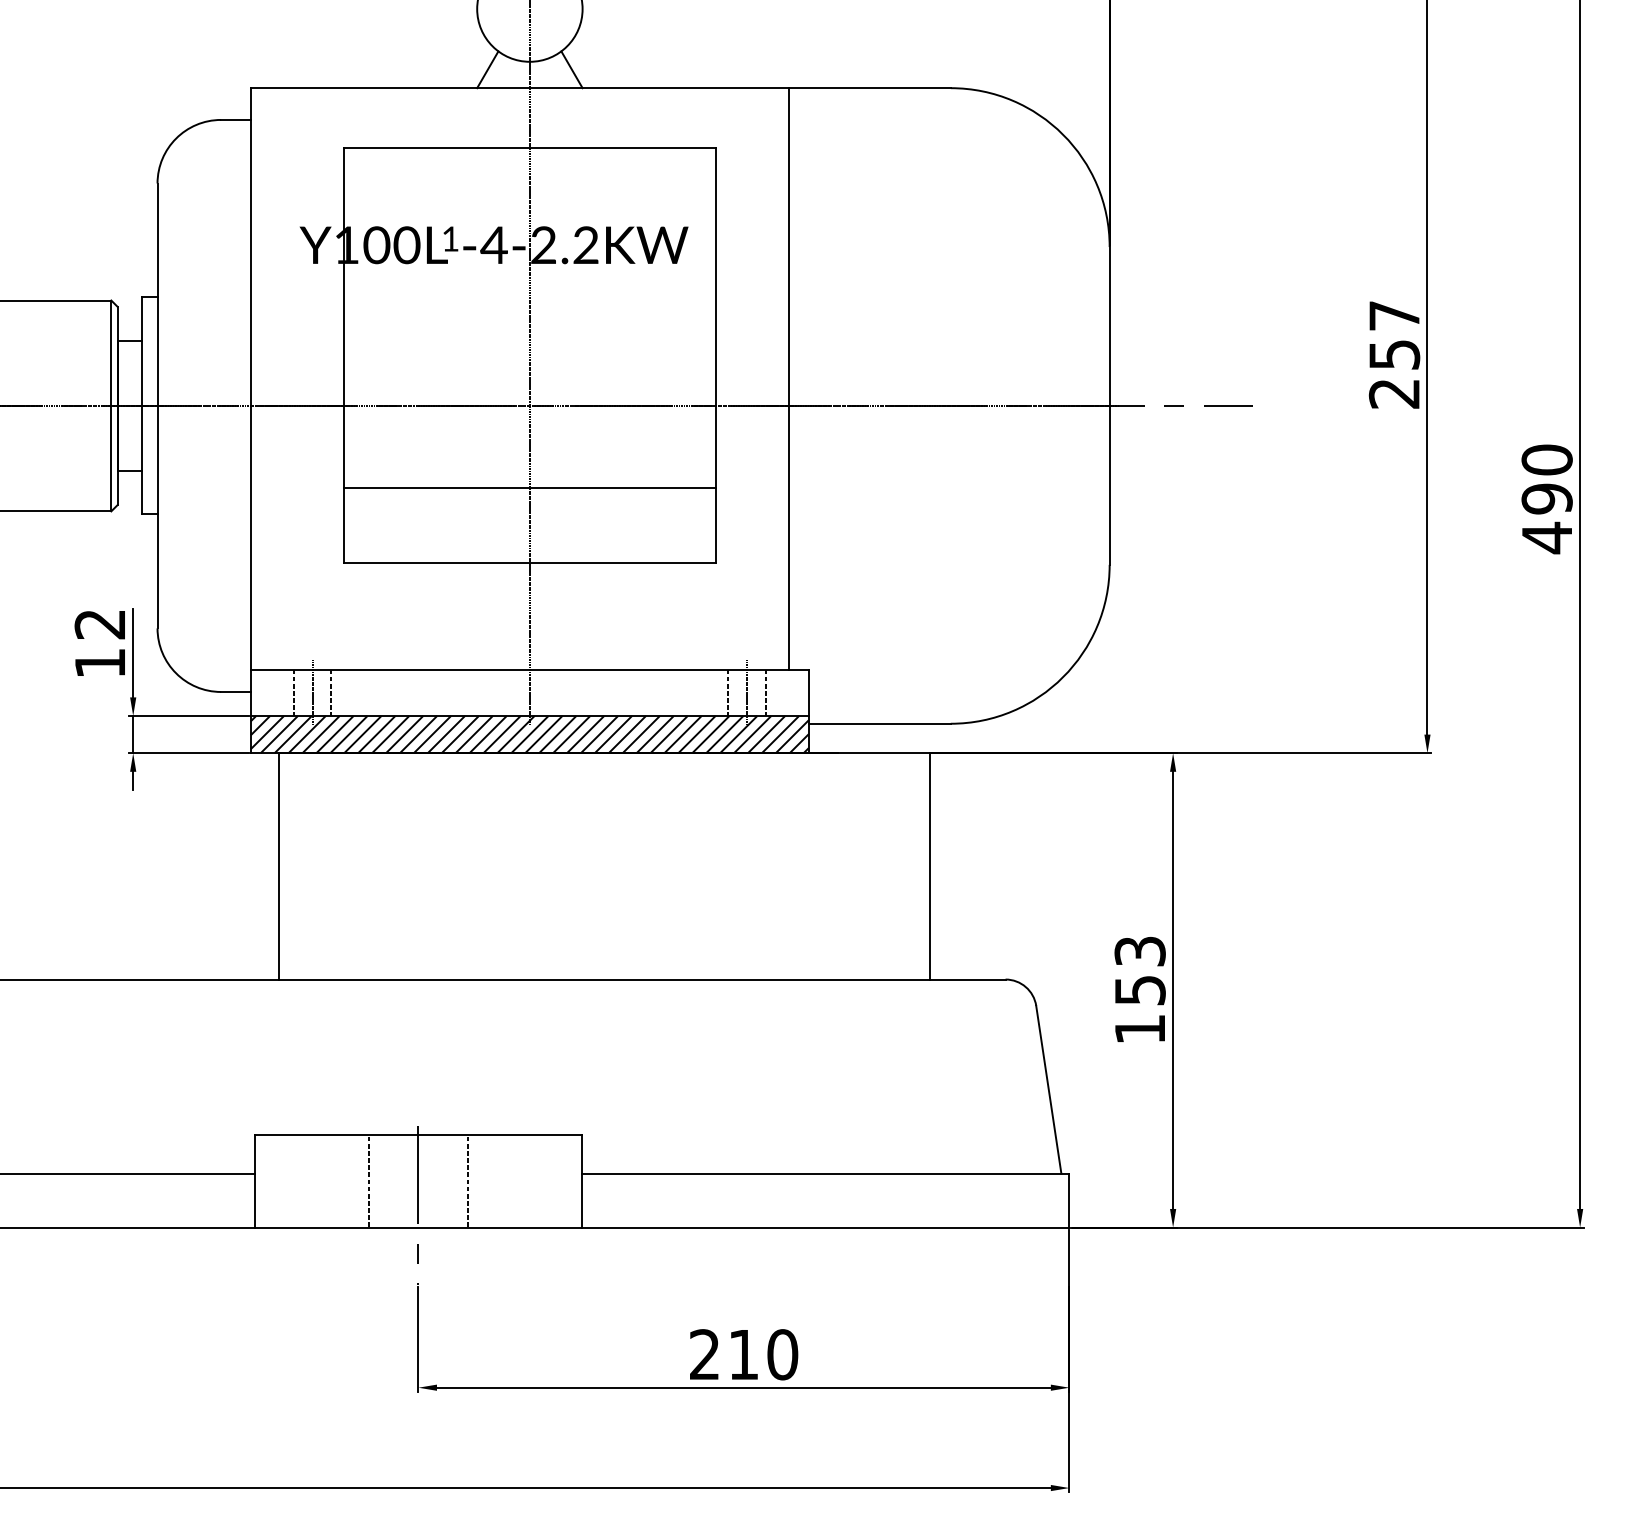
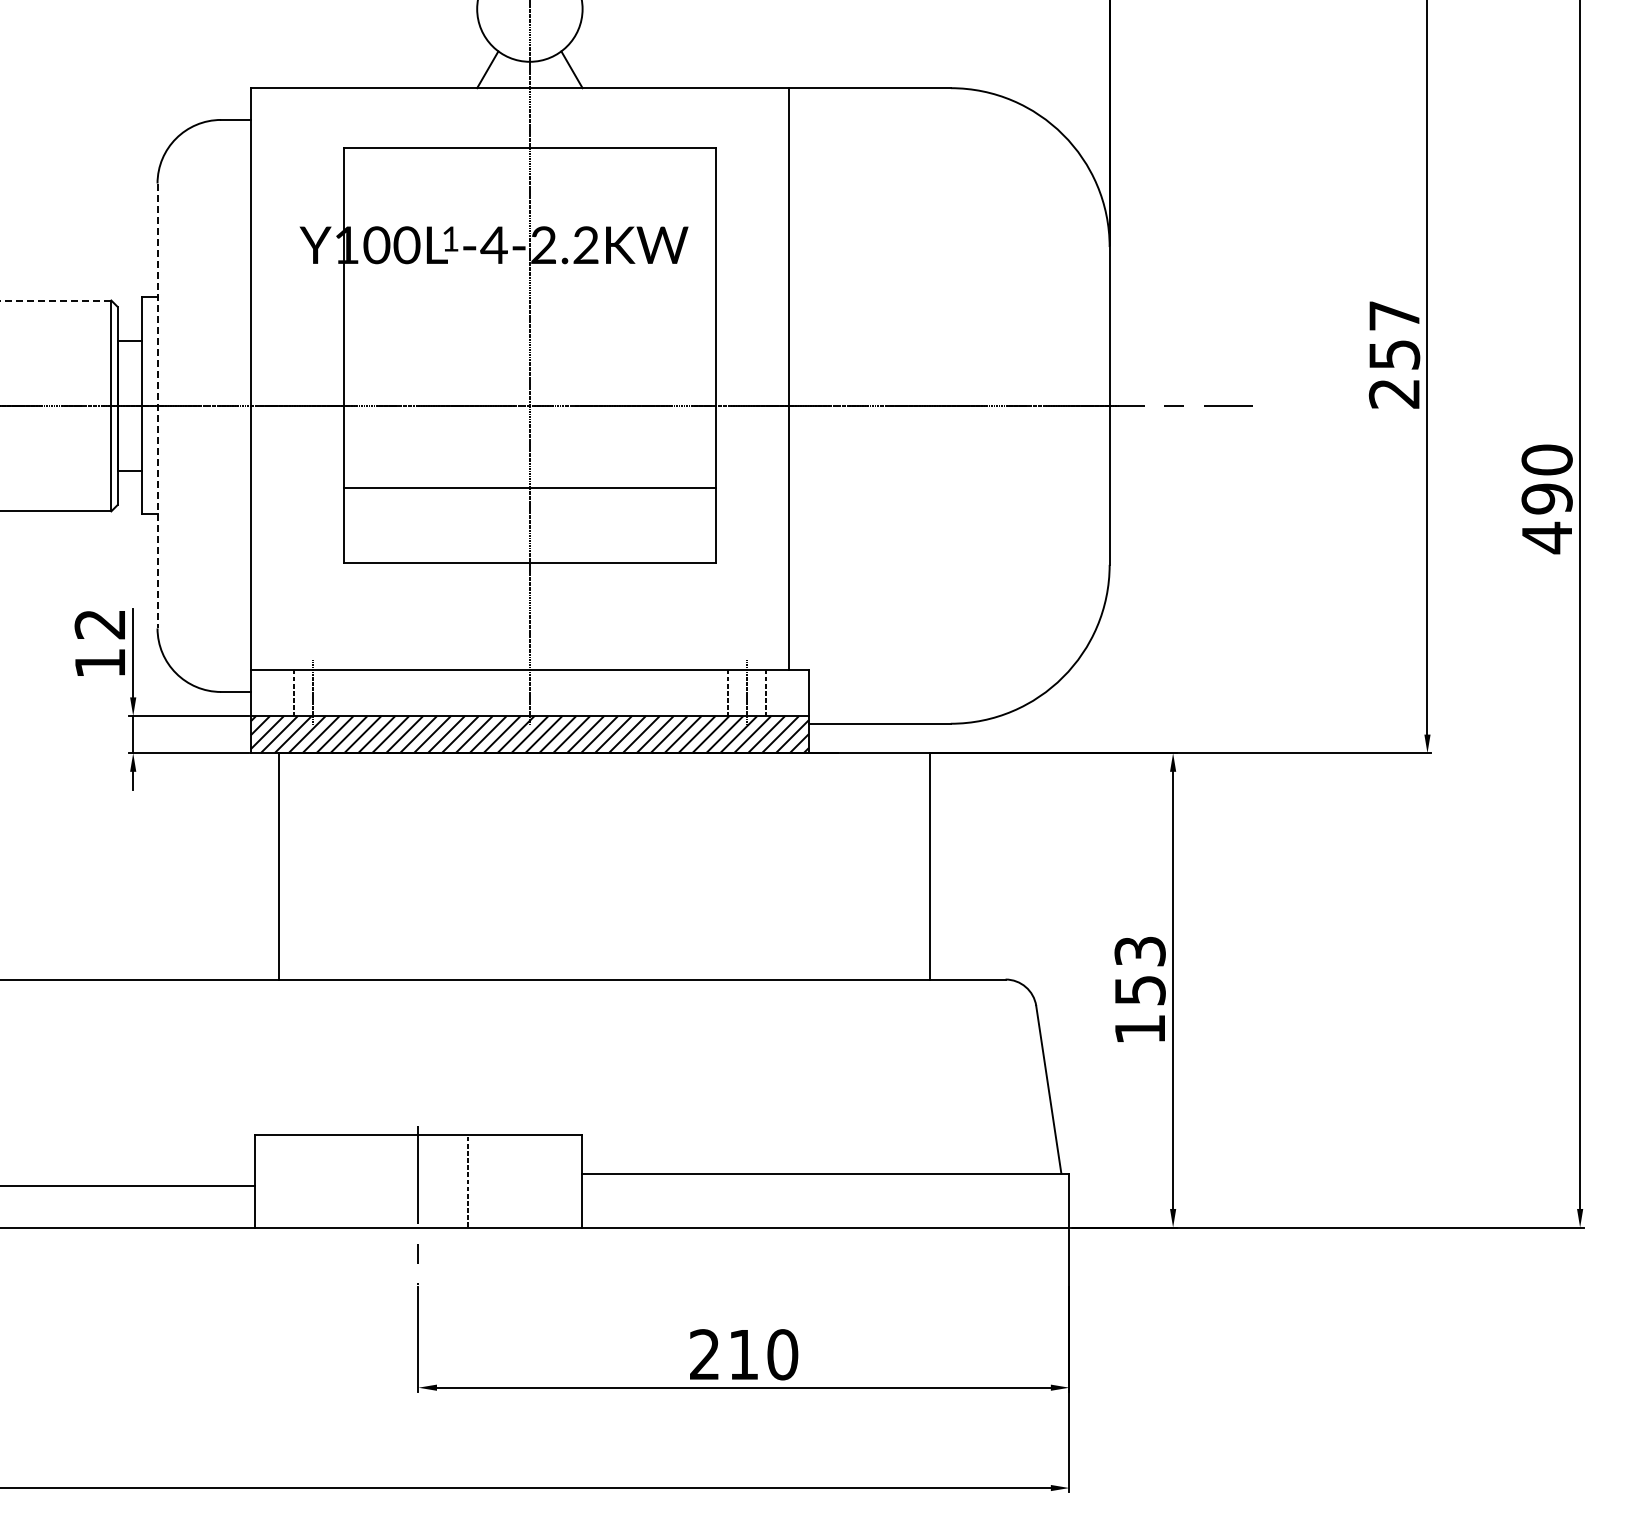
line at (55, 300): solid -> dashed
line at (157, 406): solid -> dashed
line at (331, 692): present -> none
line at (128, 1173) position: (128, 1173) -> (128, 1185)
line at (368, 1180): present -> none
